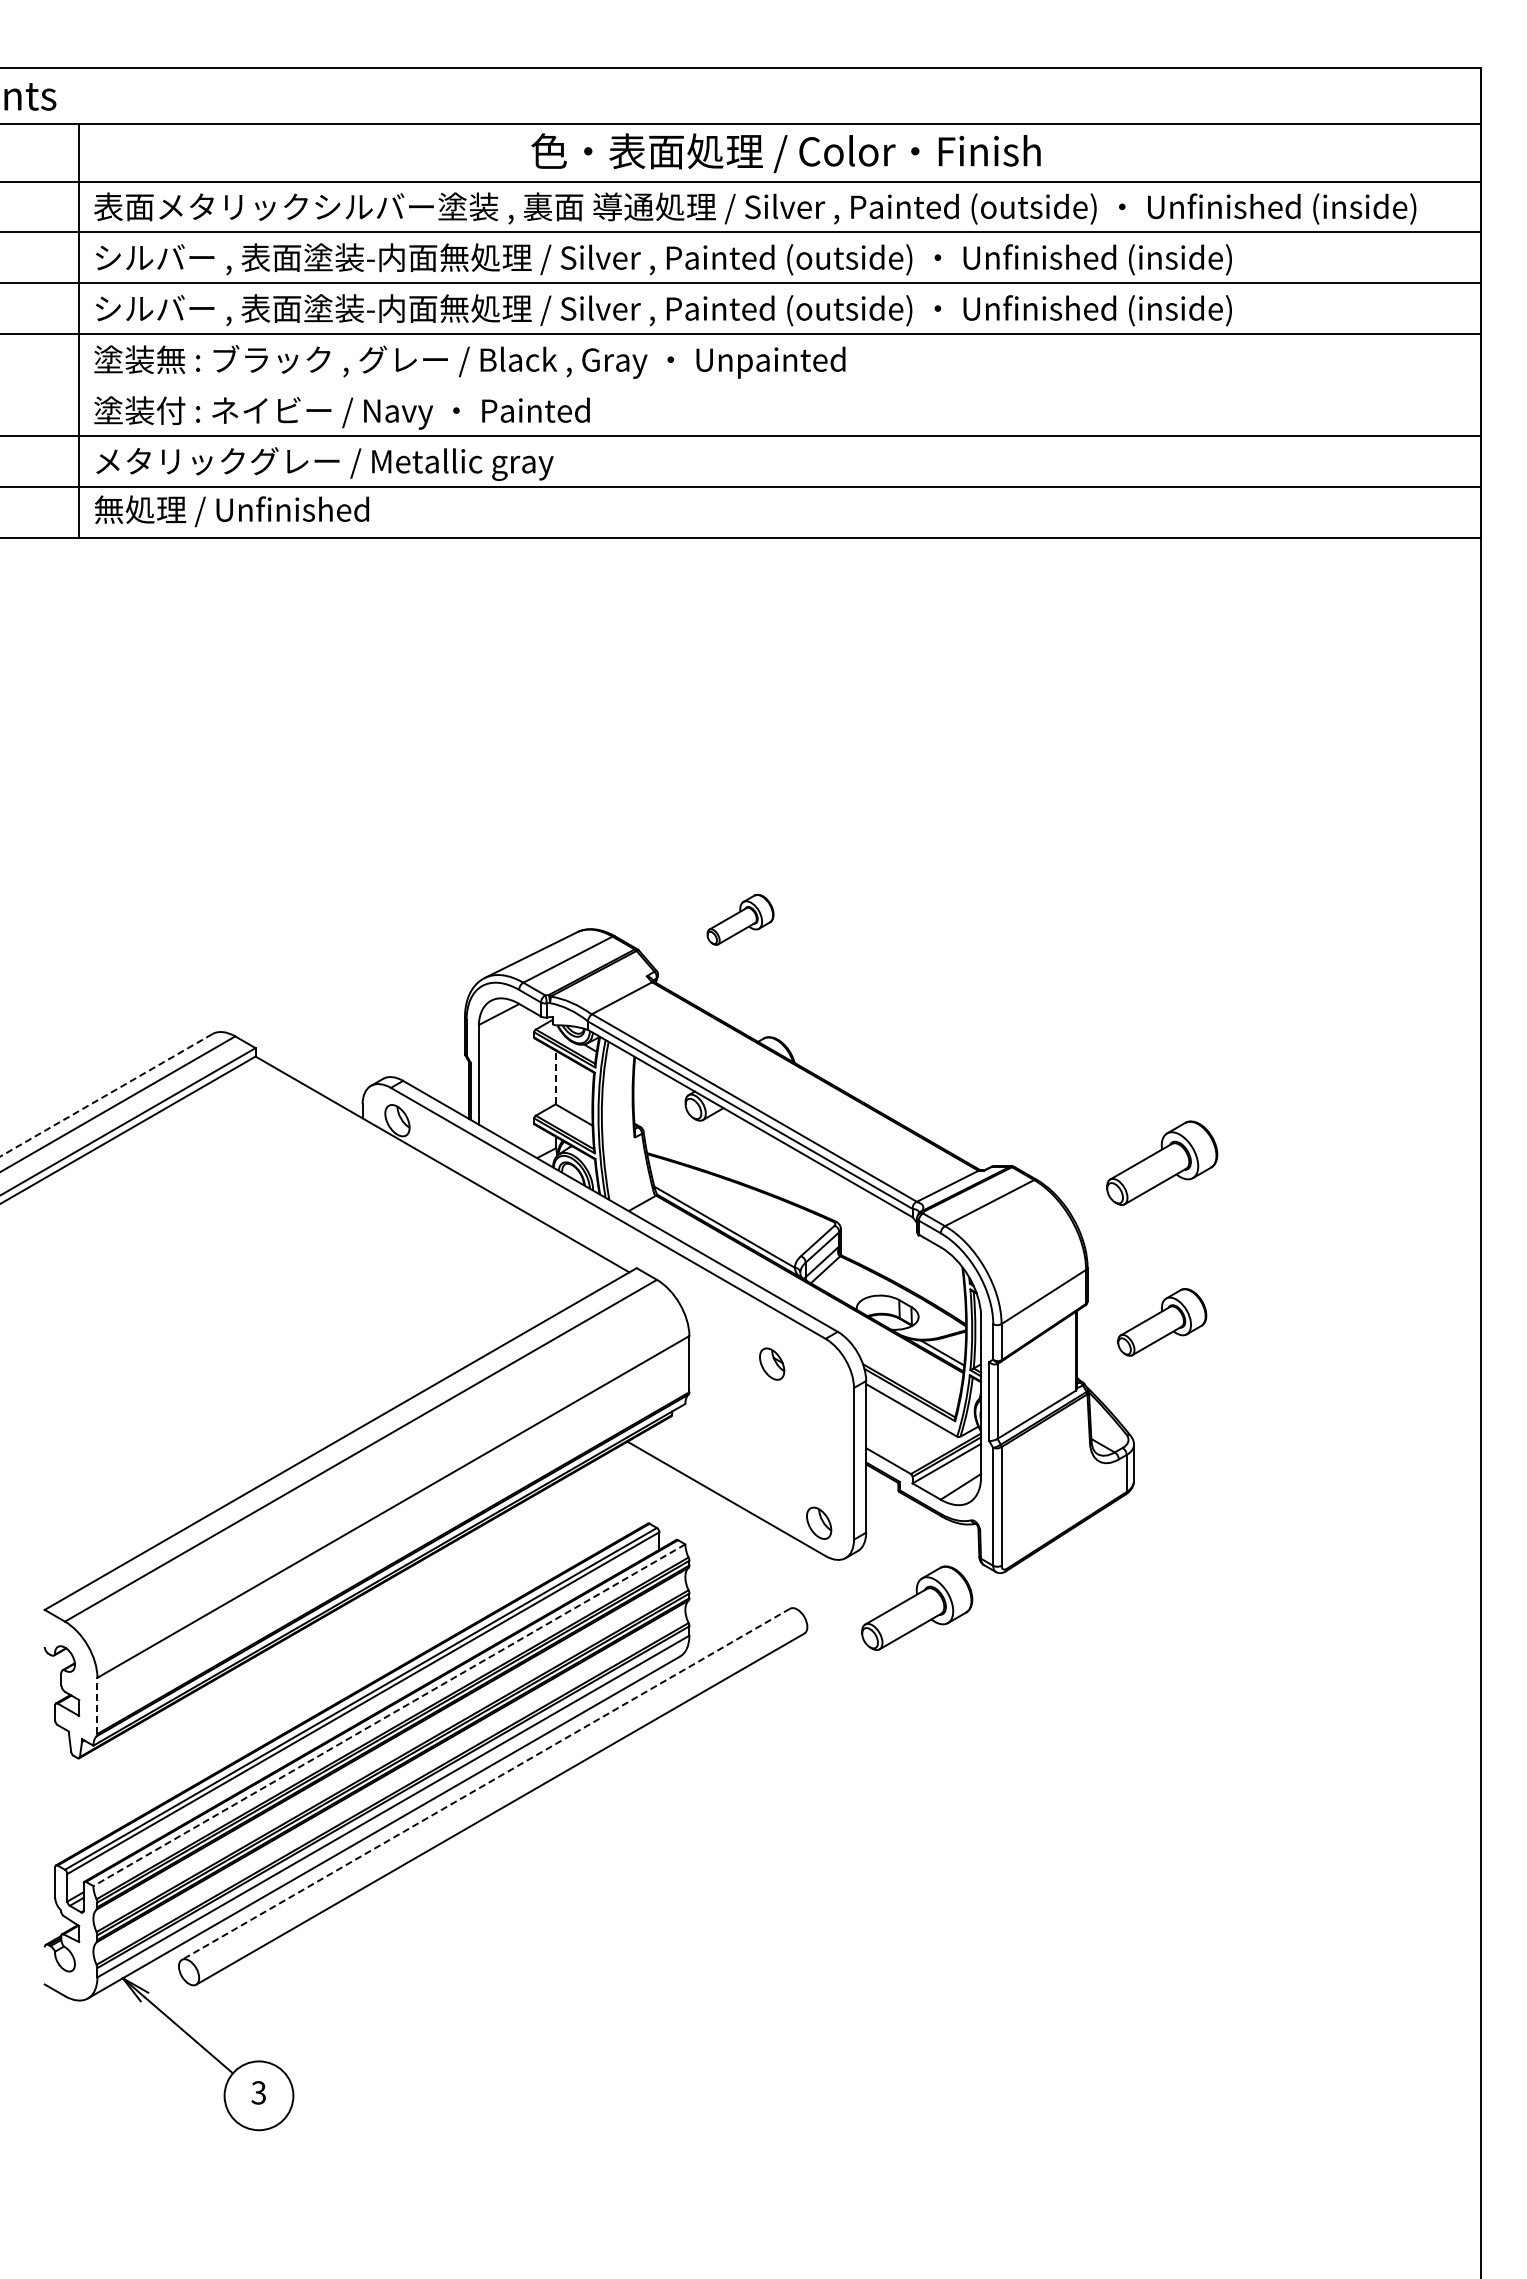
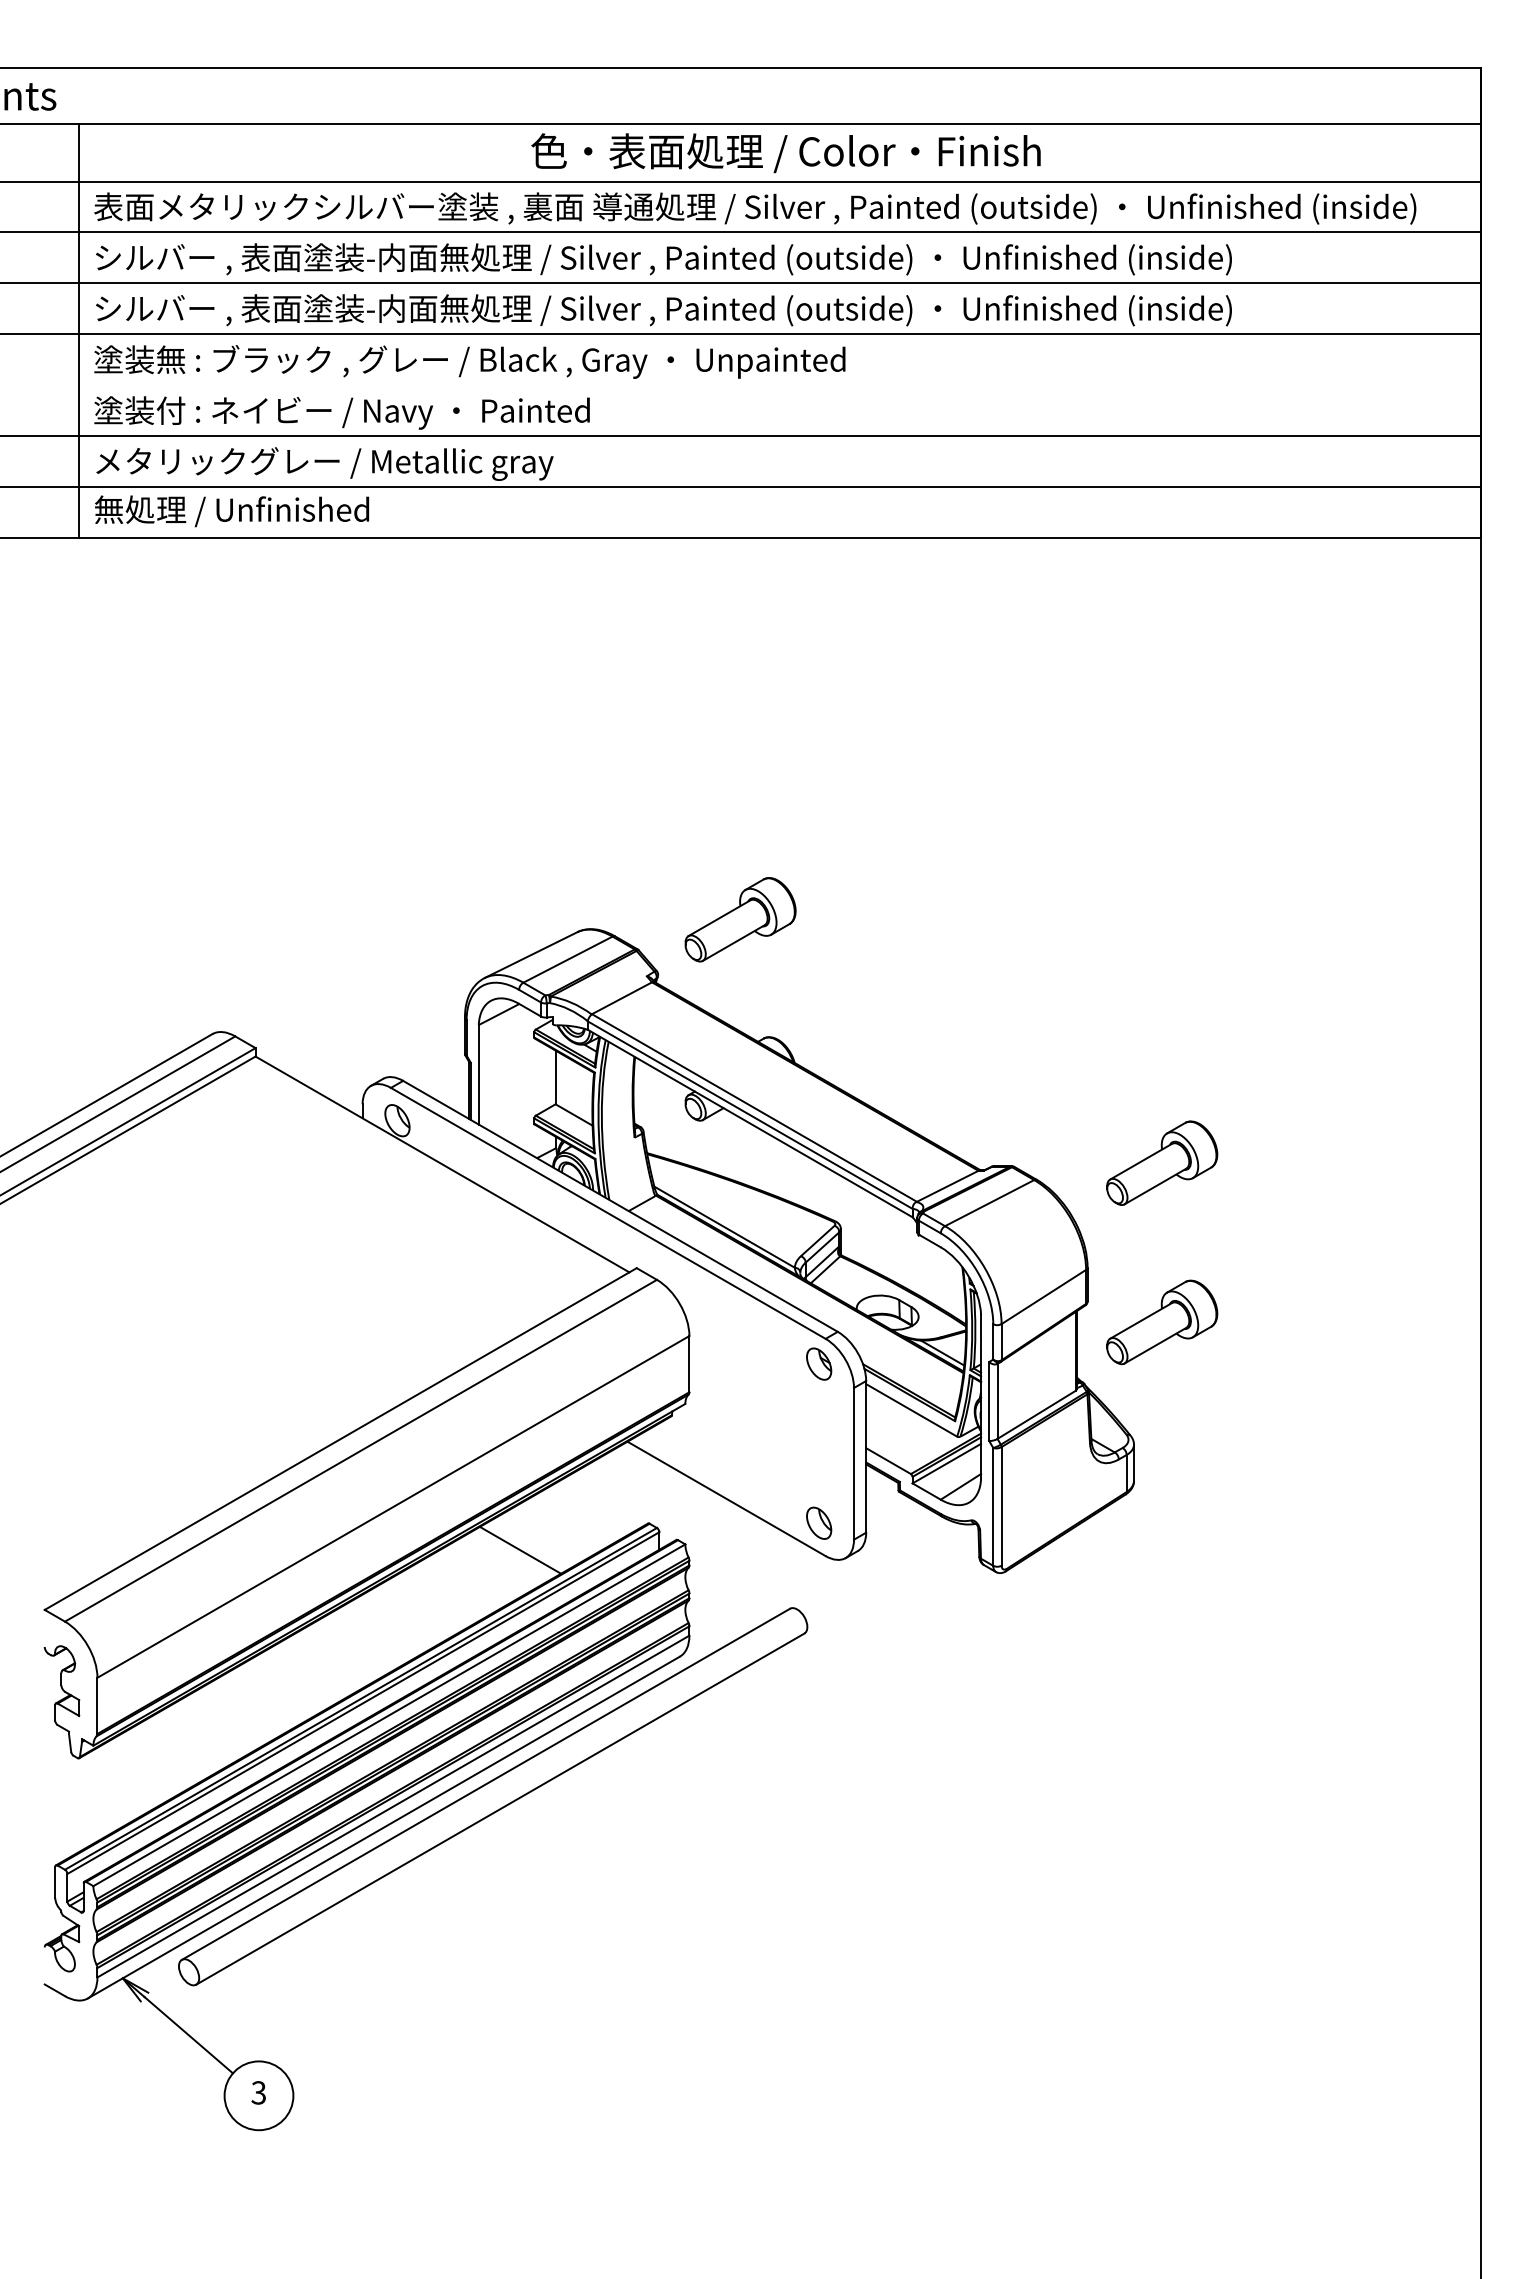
part at (740, 919) size: 69x53 px -> 113x86 px
line at (555, 1077): dashed -> solid
line at (105, 1095): dashed -> solid
part at (1162, 1322) size: 91x69 px -> 113x87 px
part at (772, 1363) position: (772, 1363) -> (819, 1363)
line at (520, 1549): none -> present
part at (917, 1607): present -> none
line at (97, 1705): dashed -> solid
line at (389, 1715): dashed -> solid
line at (485, 1784): dashed -> solid
